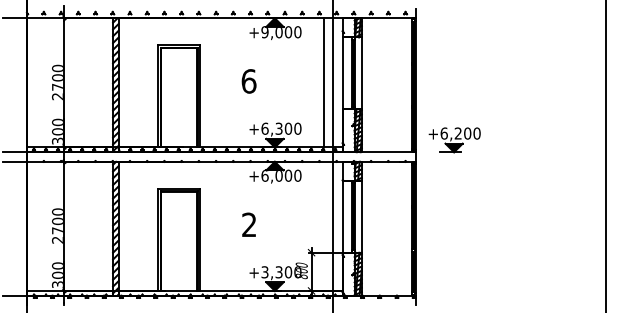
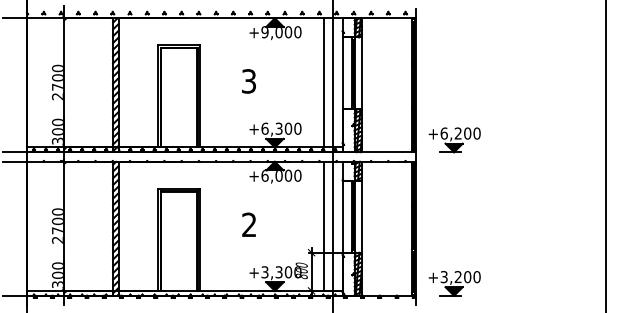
text at (248, 81): 6 -> 3
line at (323, 226): none -> present
part at (454, 283): none -> present
